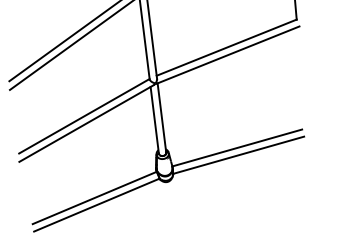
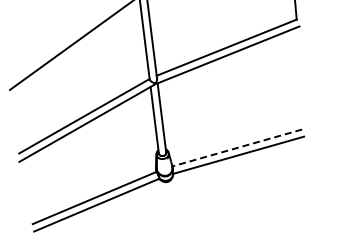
line at (63, 41): present -> none
line at (236, 148): solid -> dashed
